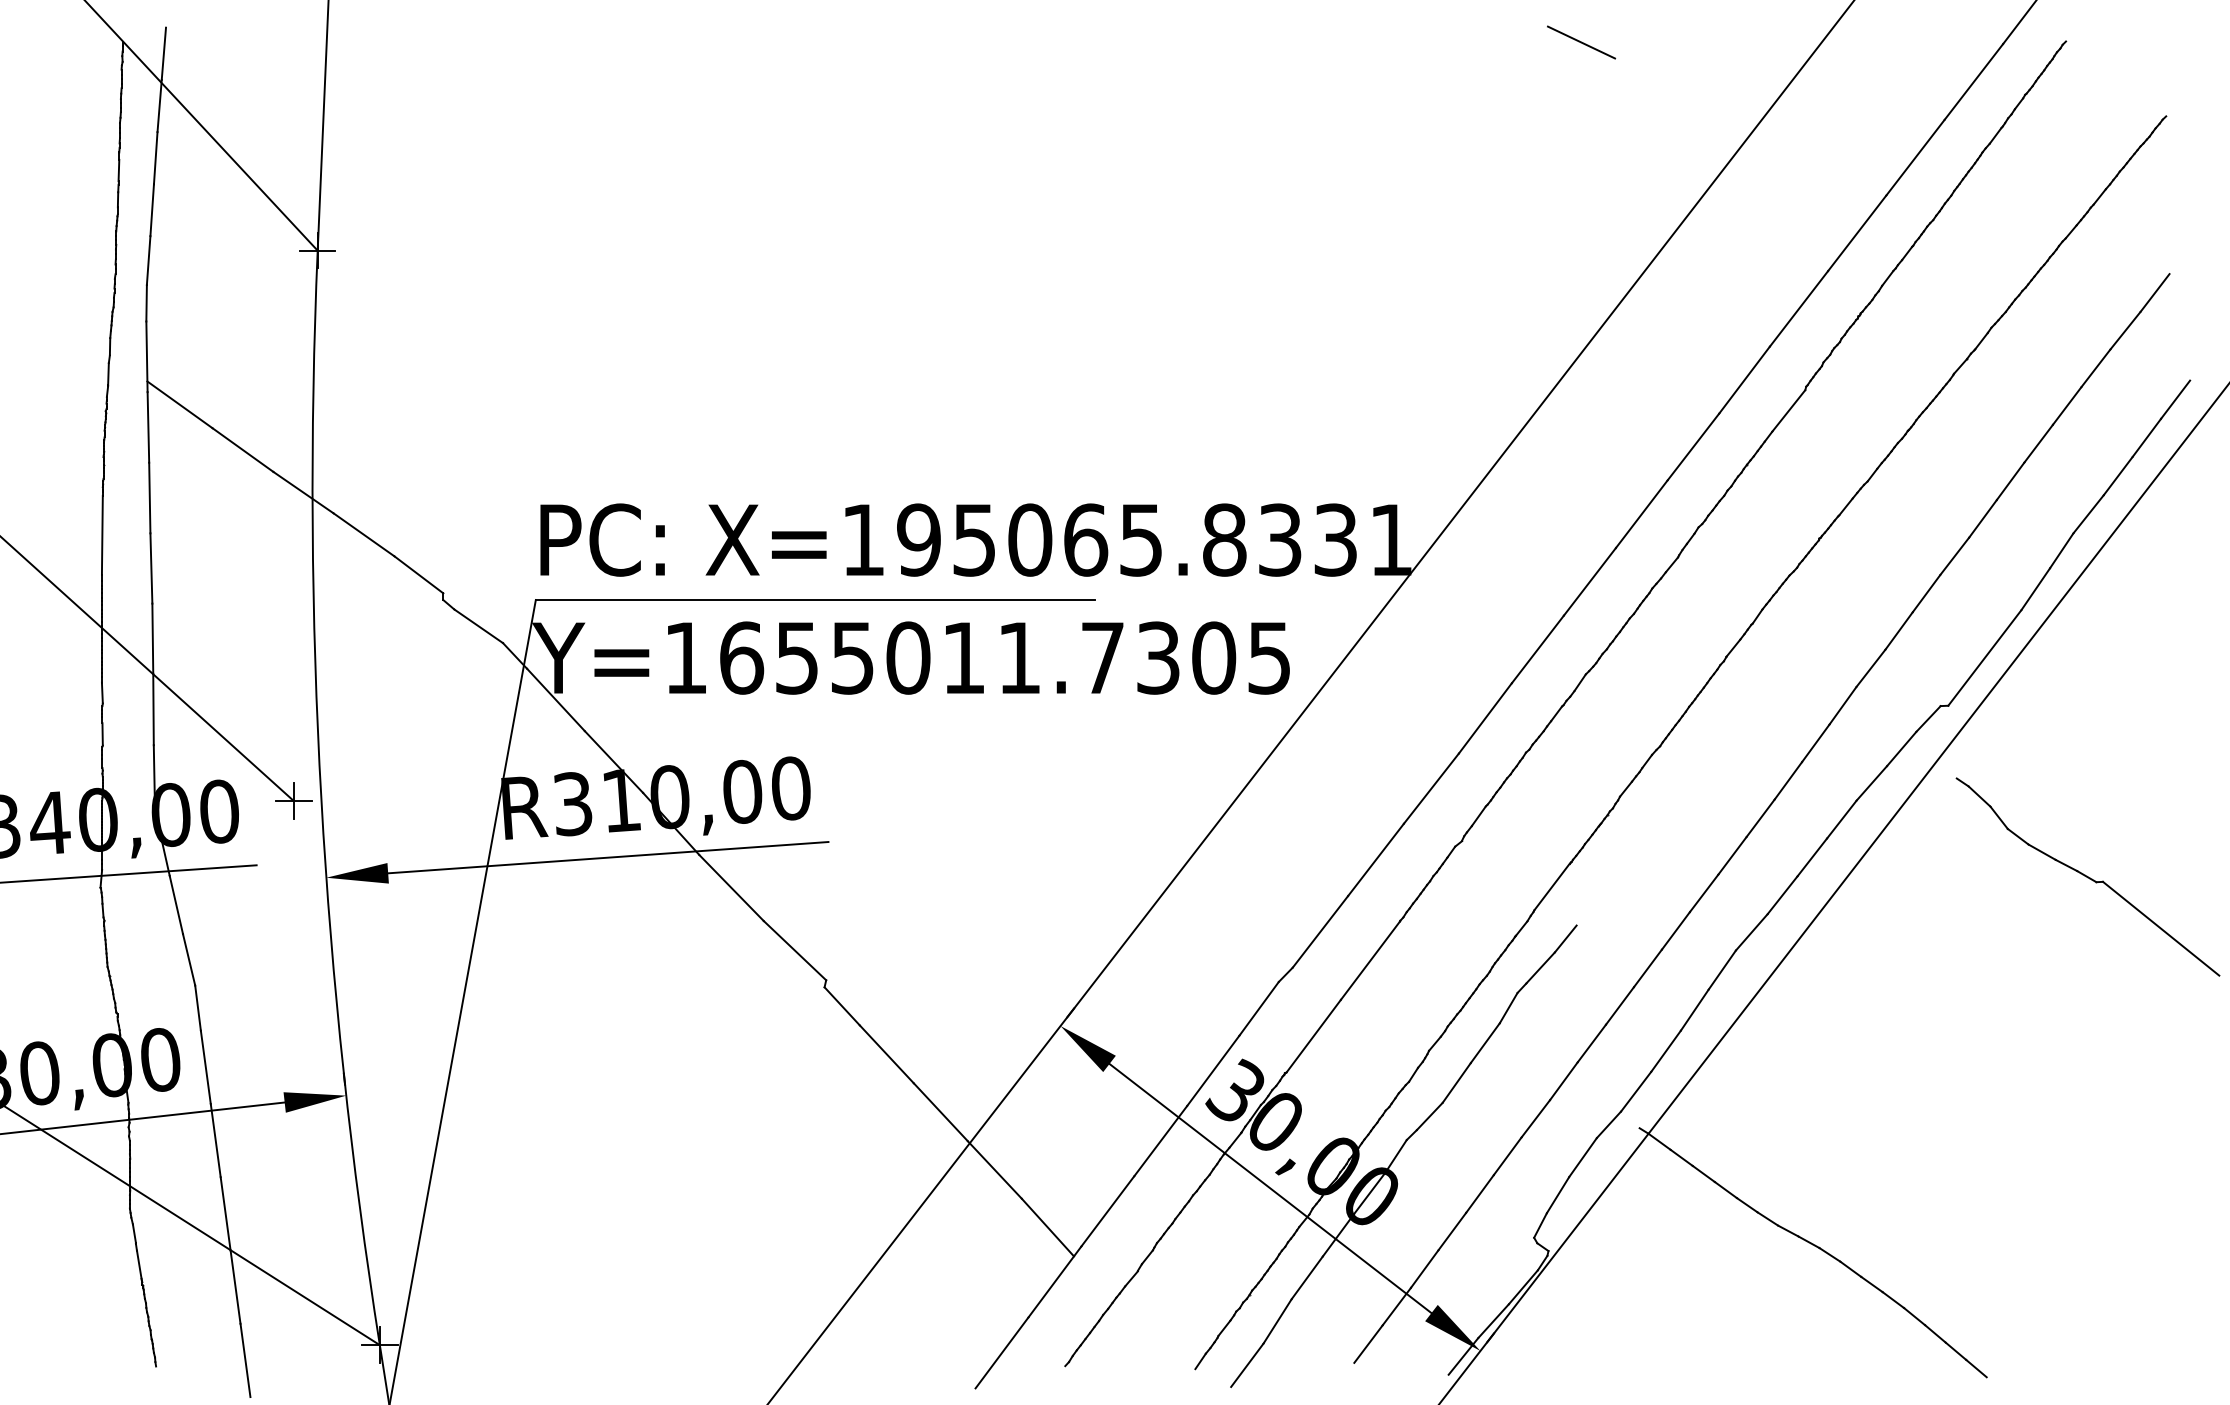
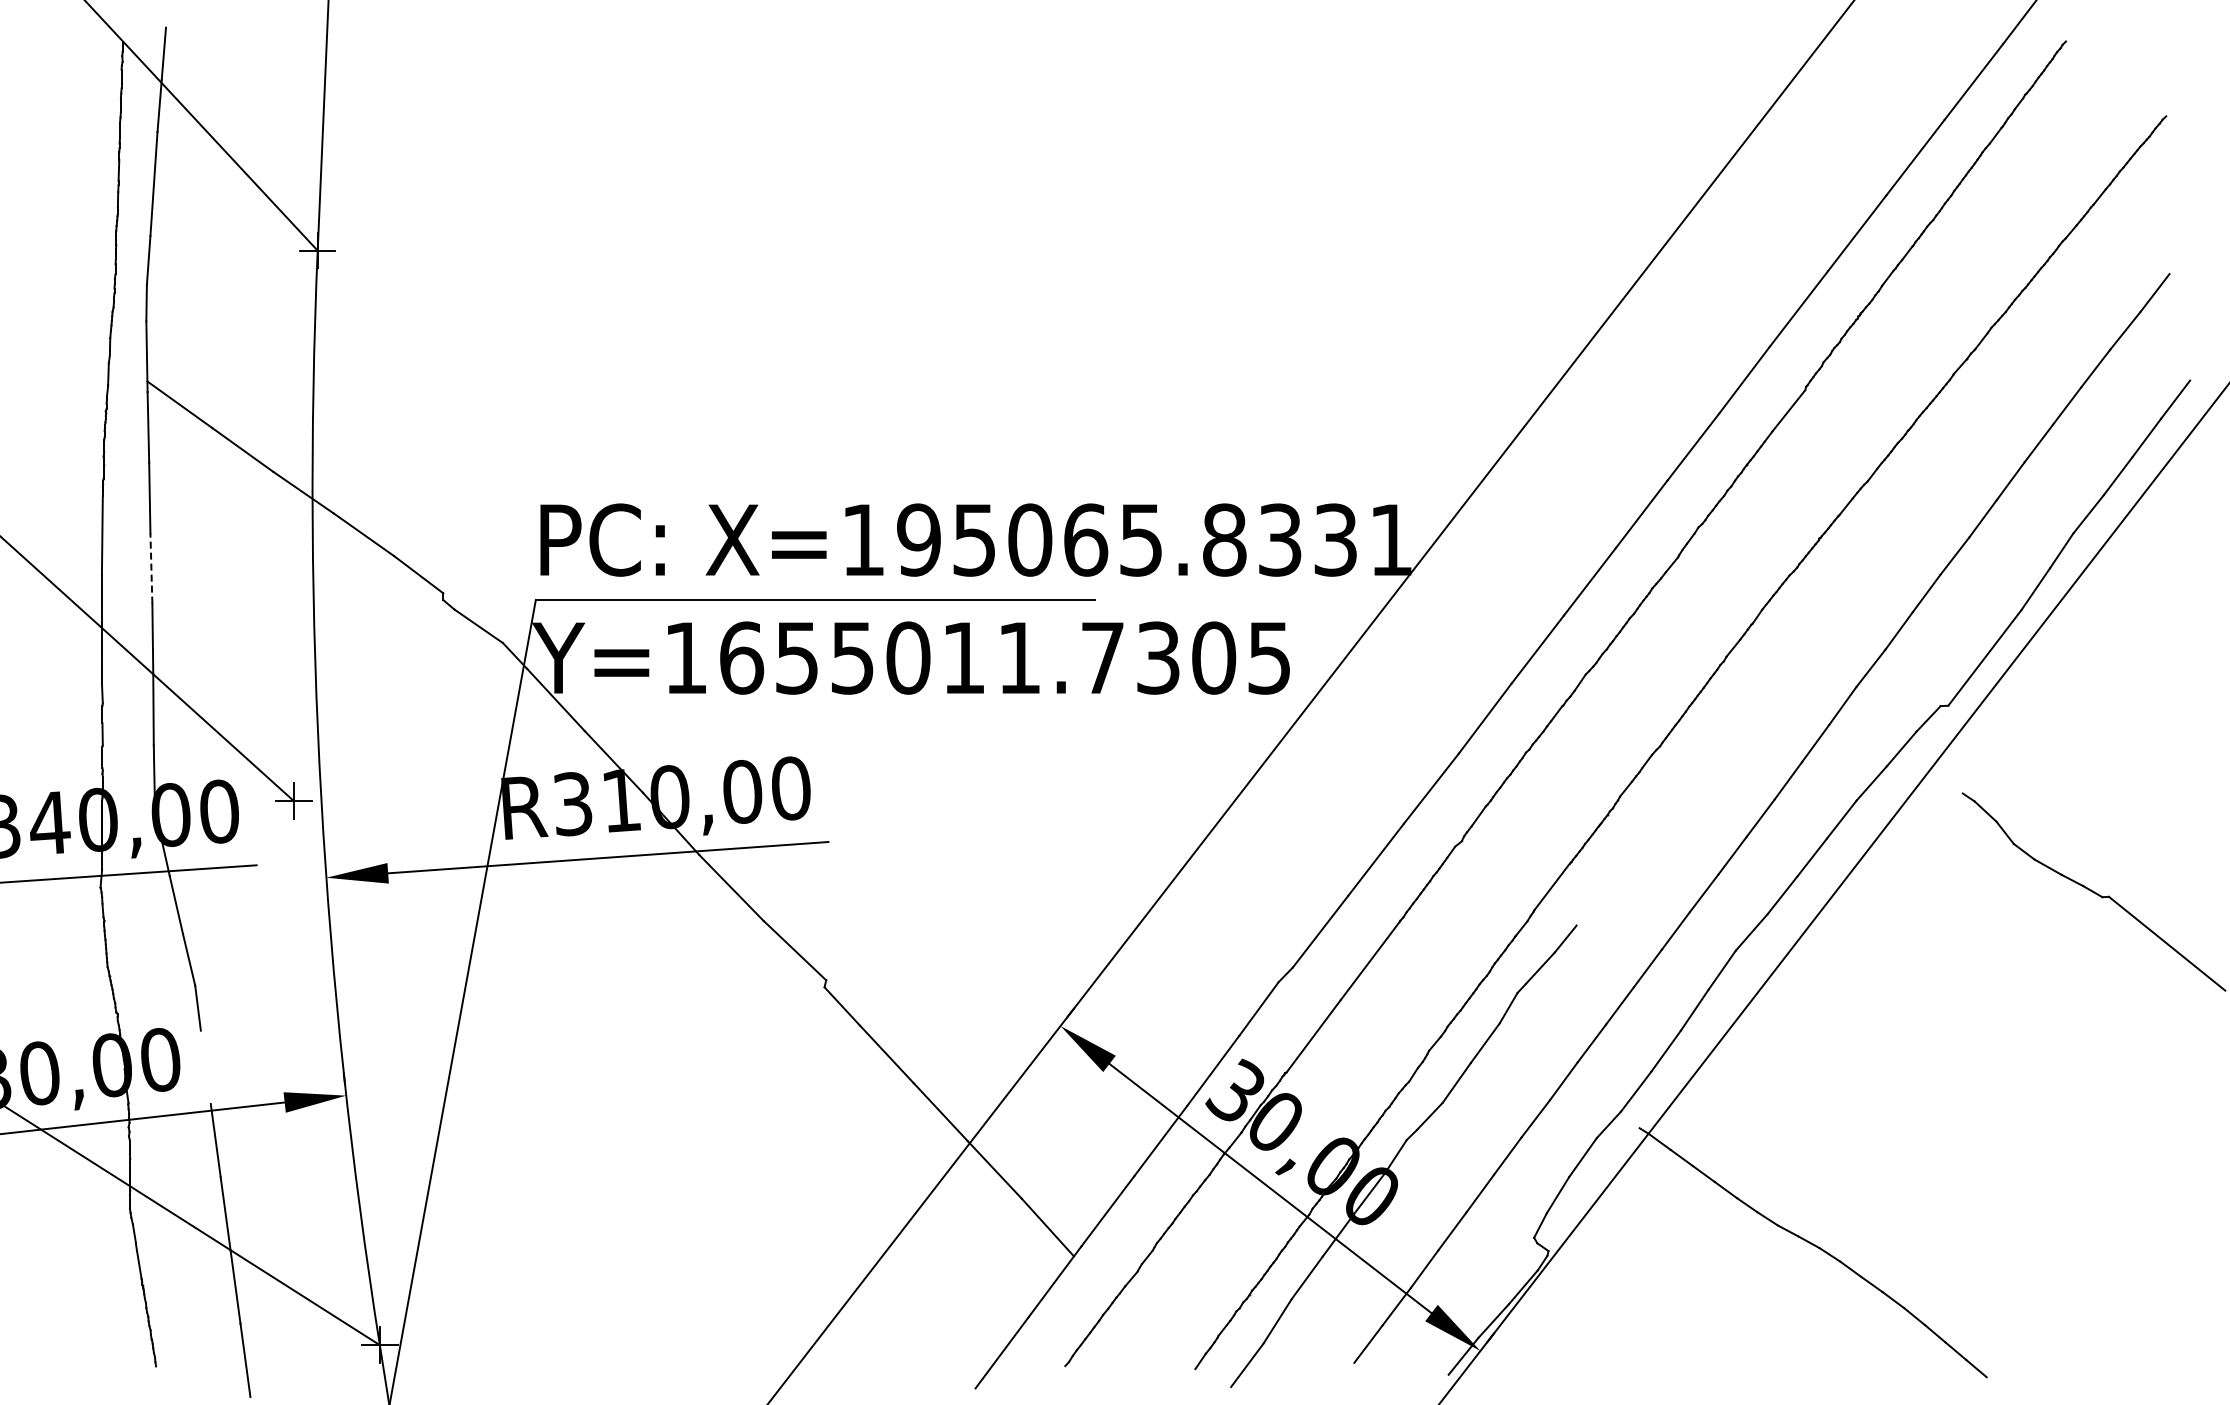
line at (1581, 42): present -> none
line at (151, 567): solid -> dashed
part at (2087, 876) position: (2087, 876) -> (2093, 891)
line at (205, 1066): present -> none
